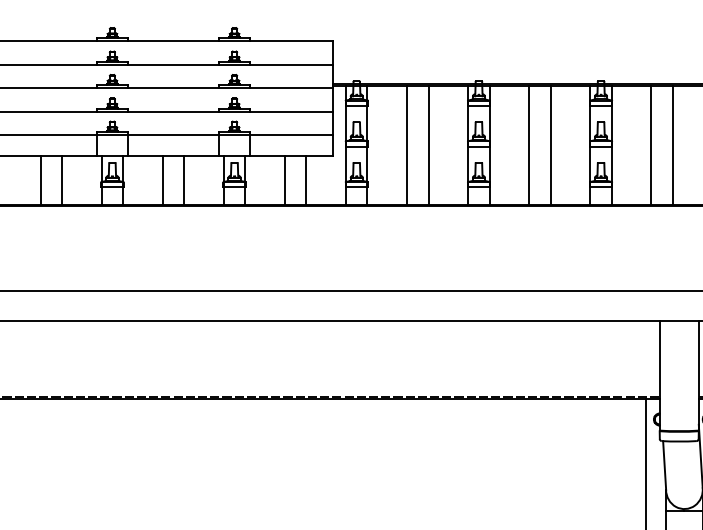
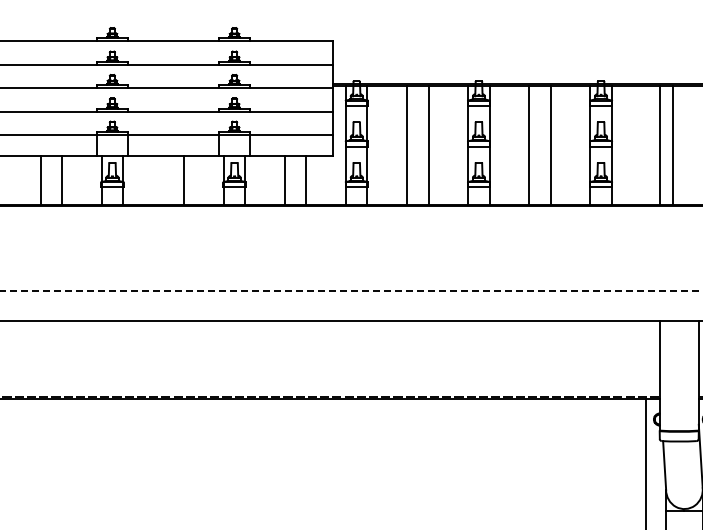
line at (651, 145) position: (651, 145) -> (660, 145)
line at (162, 180): present -> none
line at (351, 290): solid -> dashed
